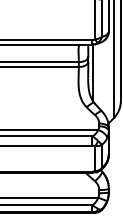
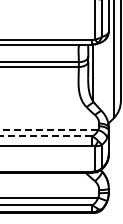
line at (49, 130): solid -> dashed
line at (46, 136): solid -> dashed
